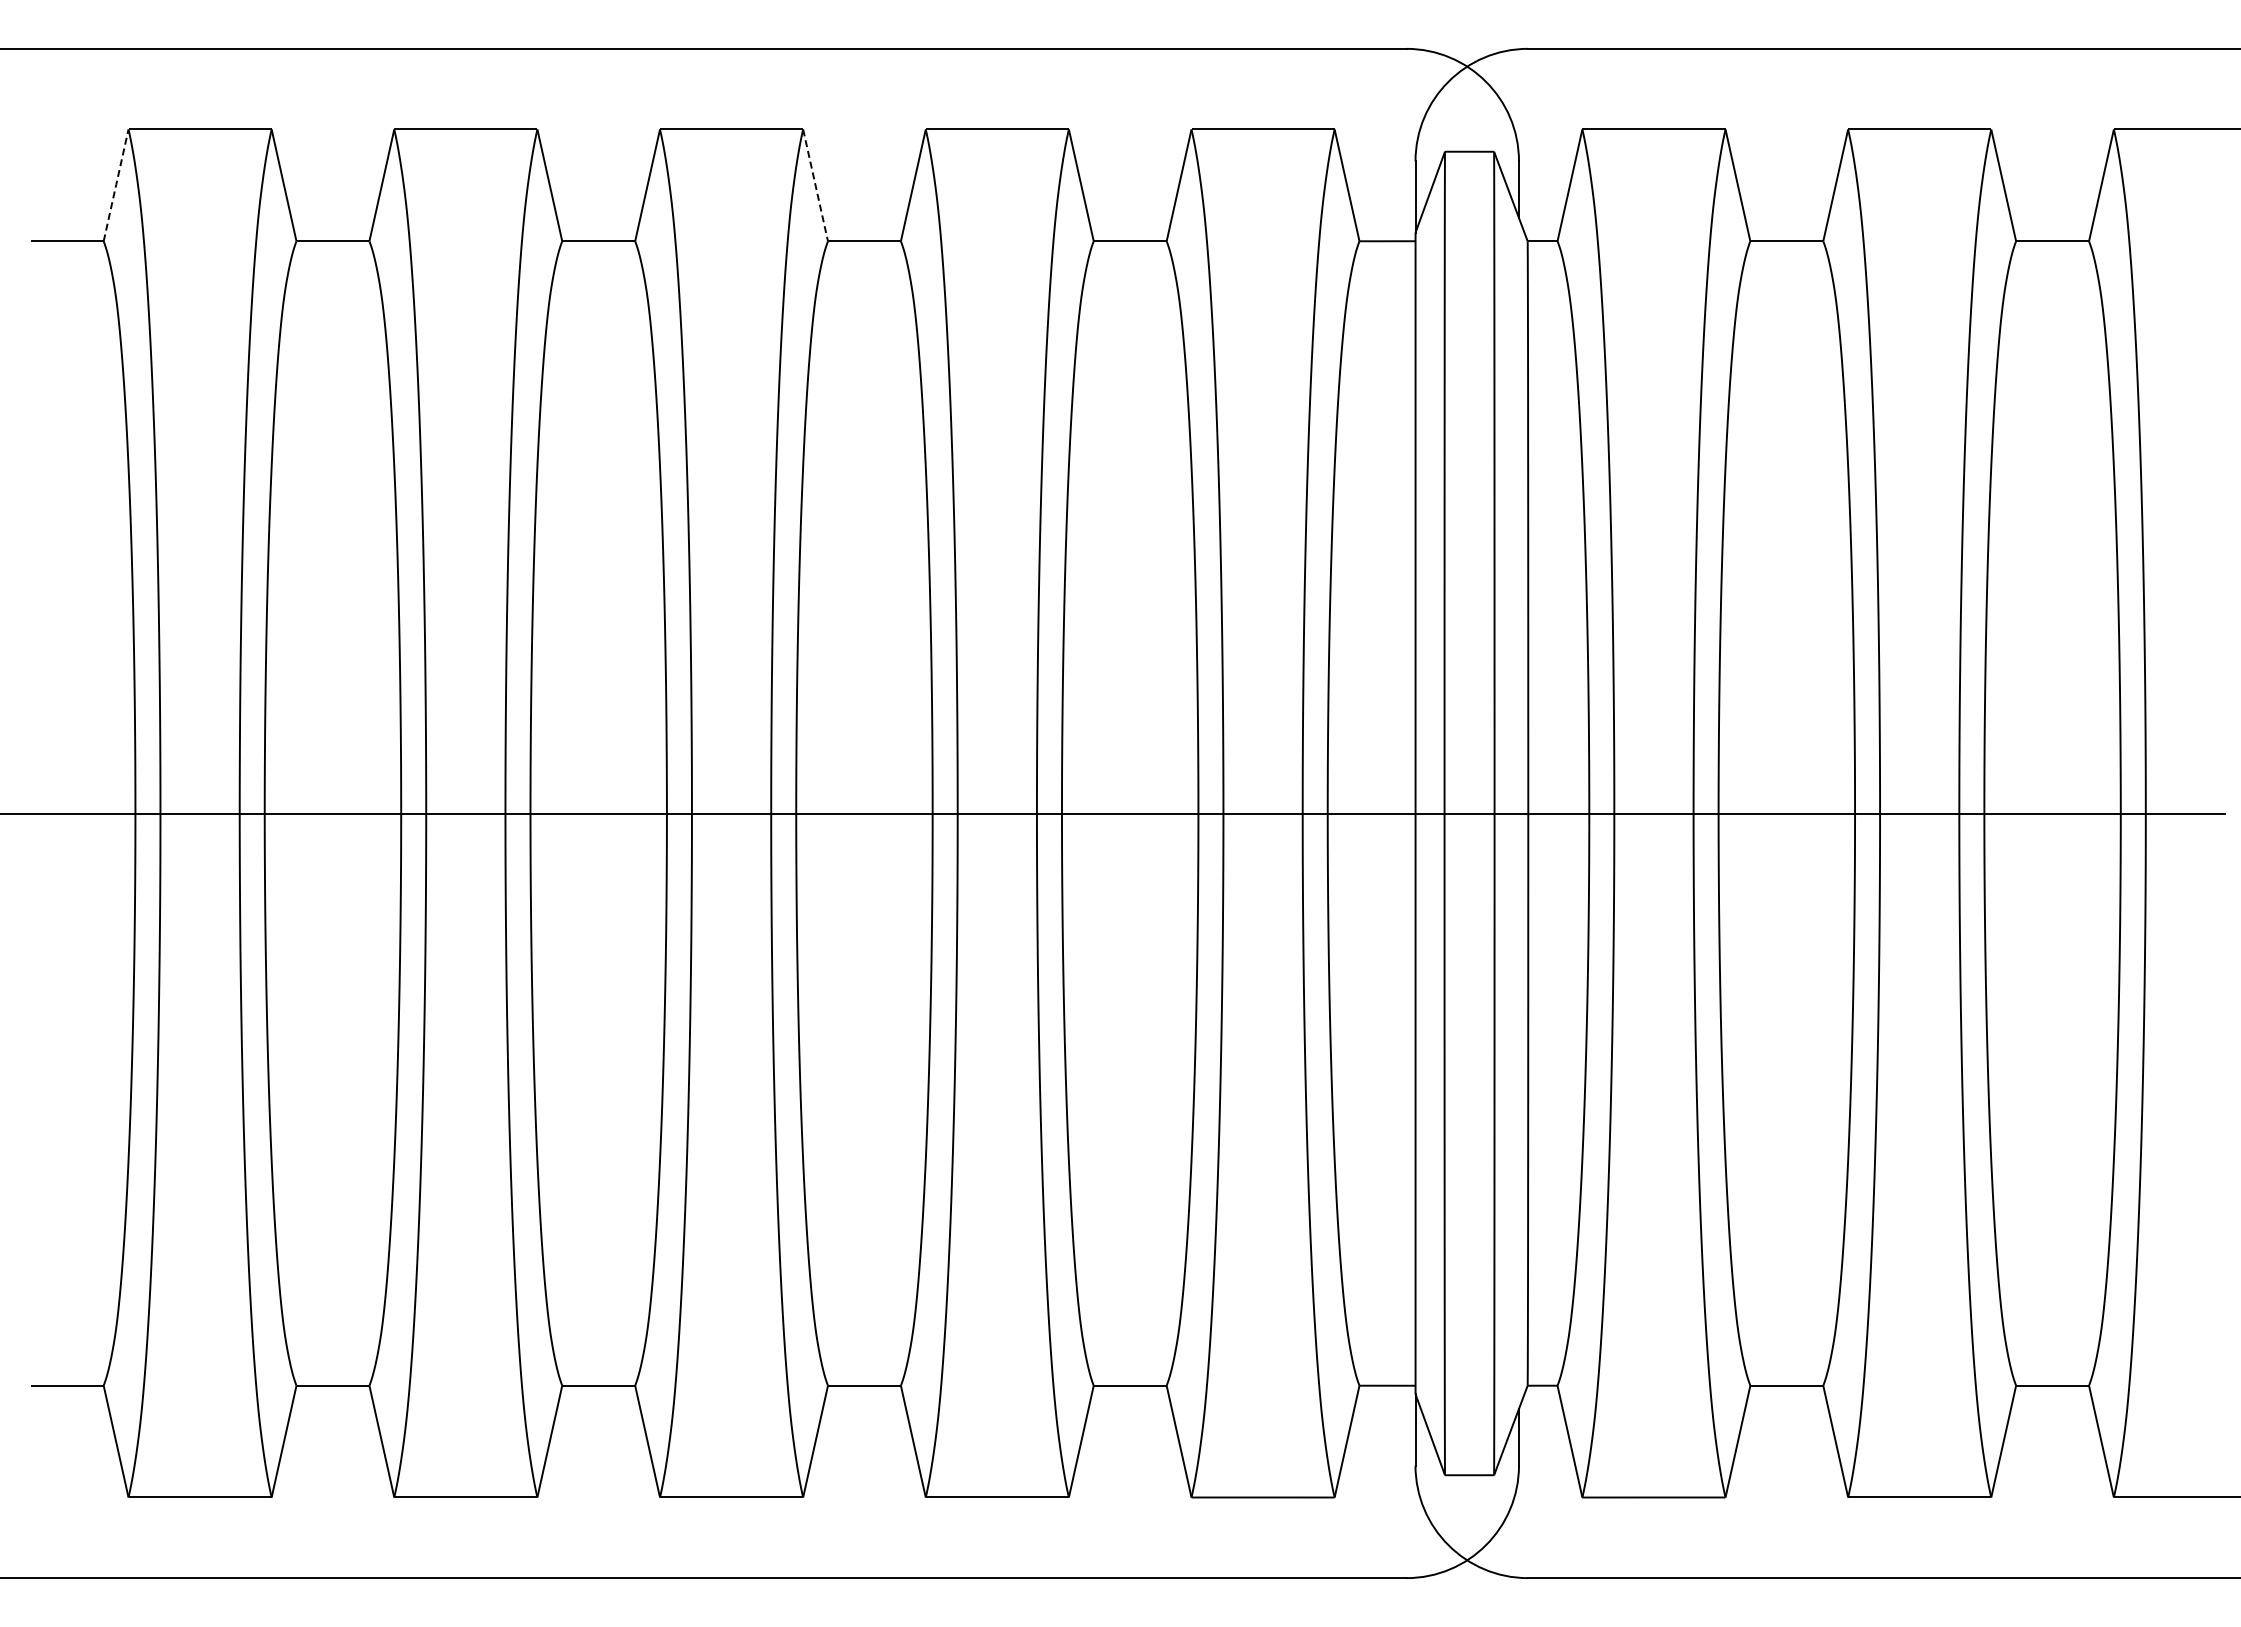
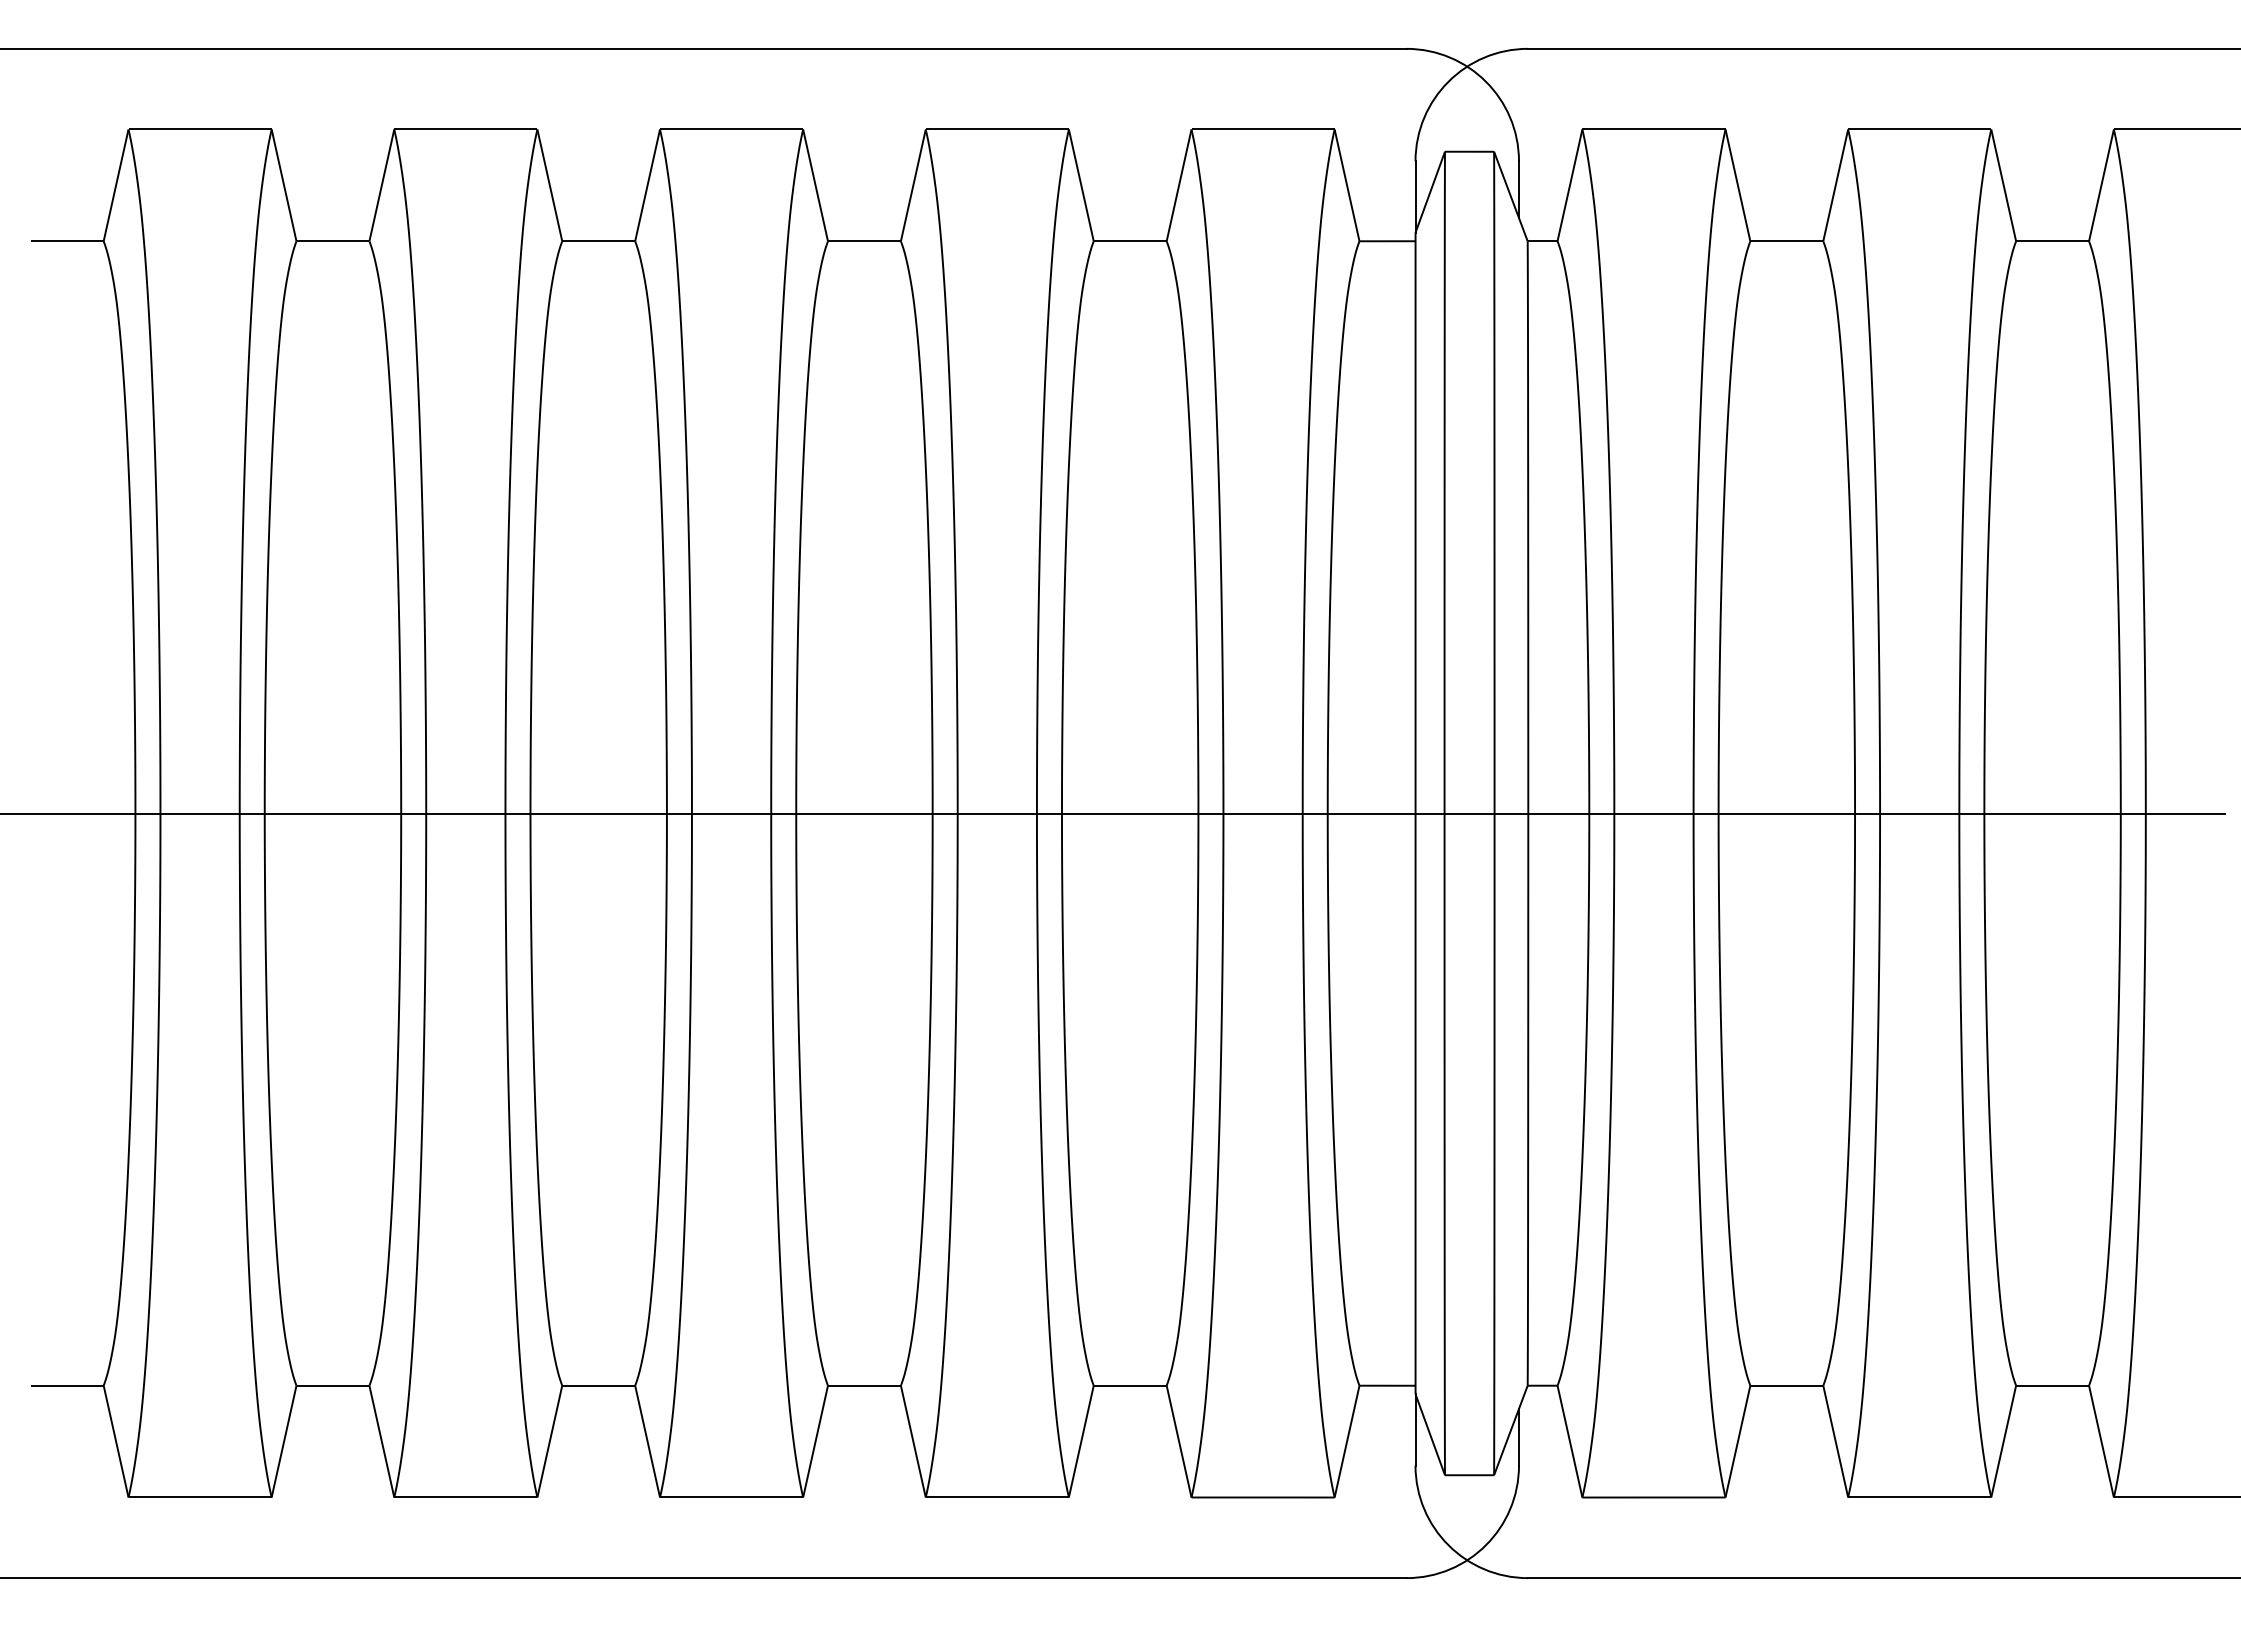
line at (116, 184): dashed -> solid
line at (815, 186): dashed -> solid
